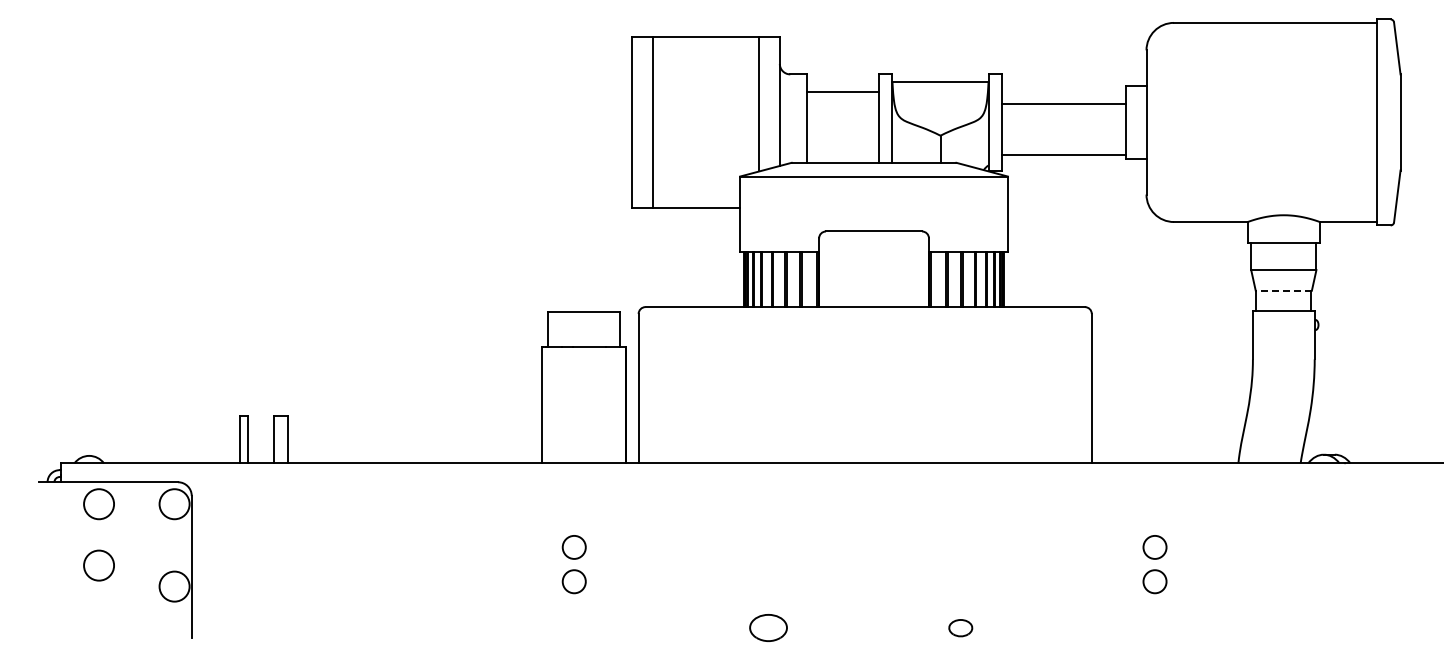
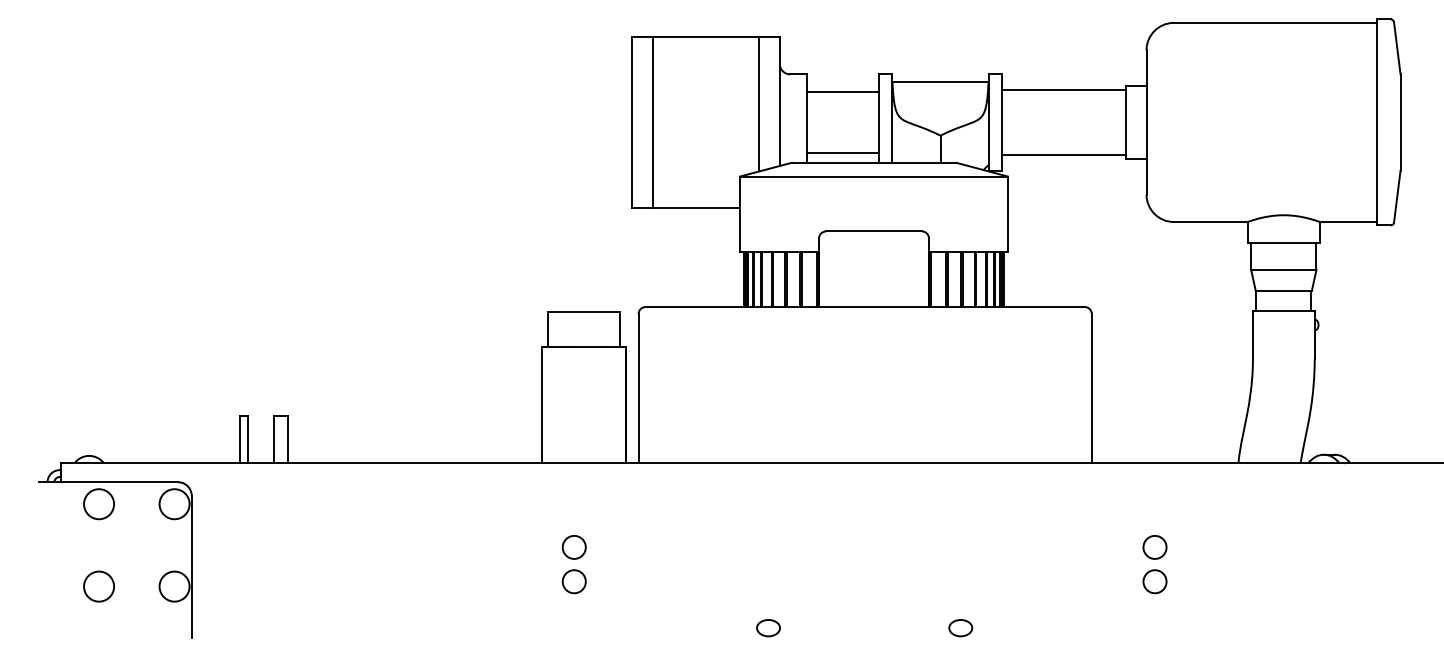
line at (1063, 103) position: (1063, 103) -> (1063, 89)
line at (842, 153): none -> present
line at (1283, 290): dashed -> solid
circle at (98, 565) position: (98, 565) -> (98, 586)
part at (768, 627) size: 39x28 px -> 25x19 px
